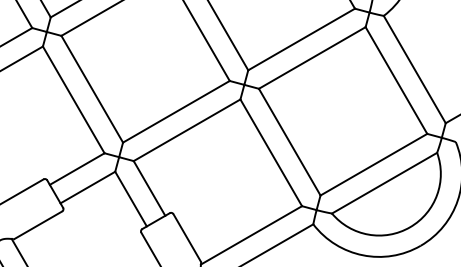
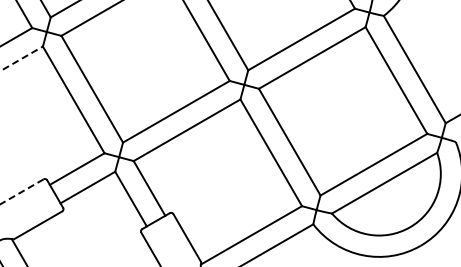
line at (22, 58): solid -> dashed
line at (21, 192): solid -> dashed
